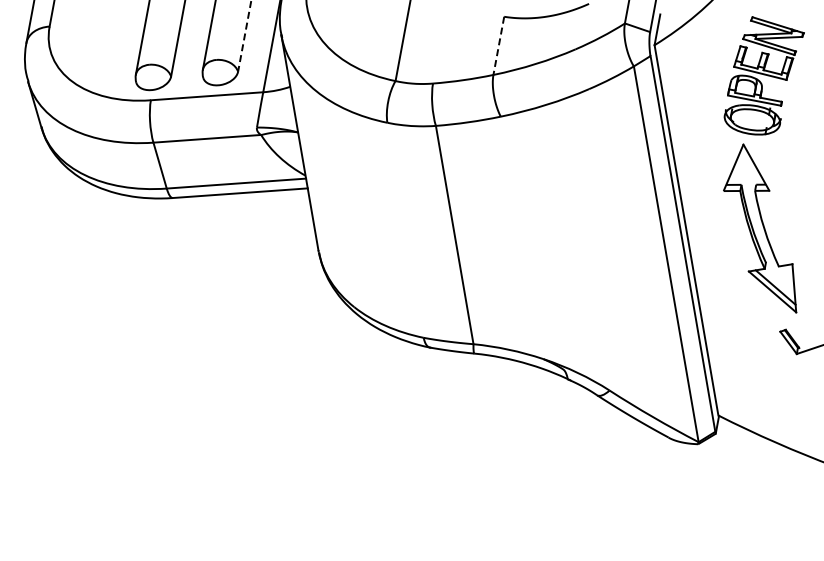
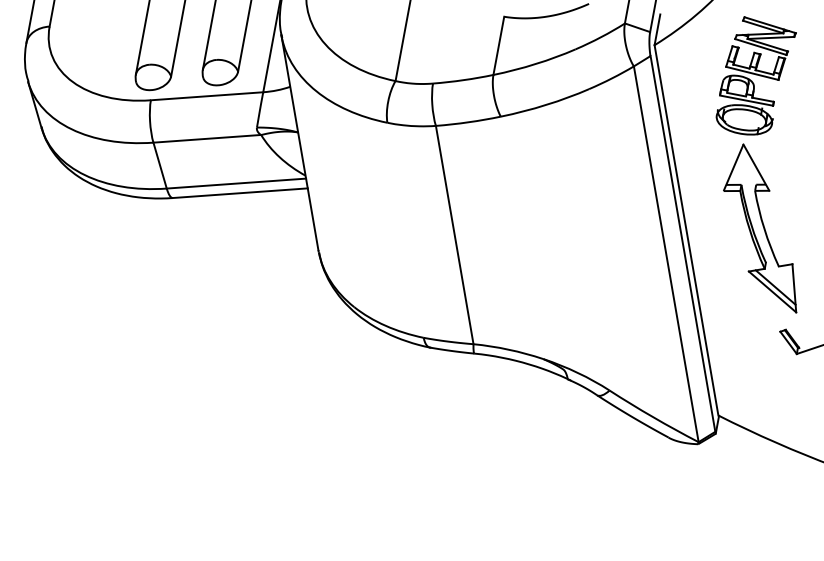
line at (244, 36): dashed -> solid
line at (498, 45): dashed -> solid
part at (763, 75) position: (763, 75) -> (755, 75)
